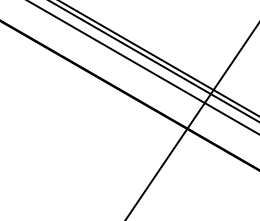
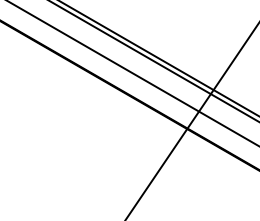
line at (143, 67) position: (143, 67) -> (132, 73)
